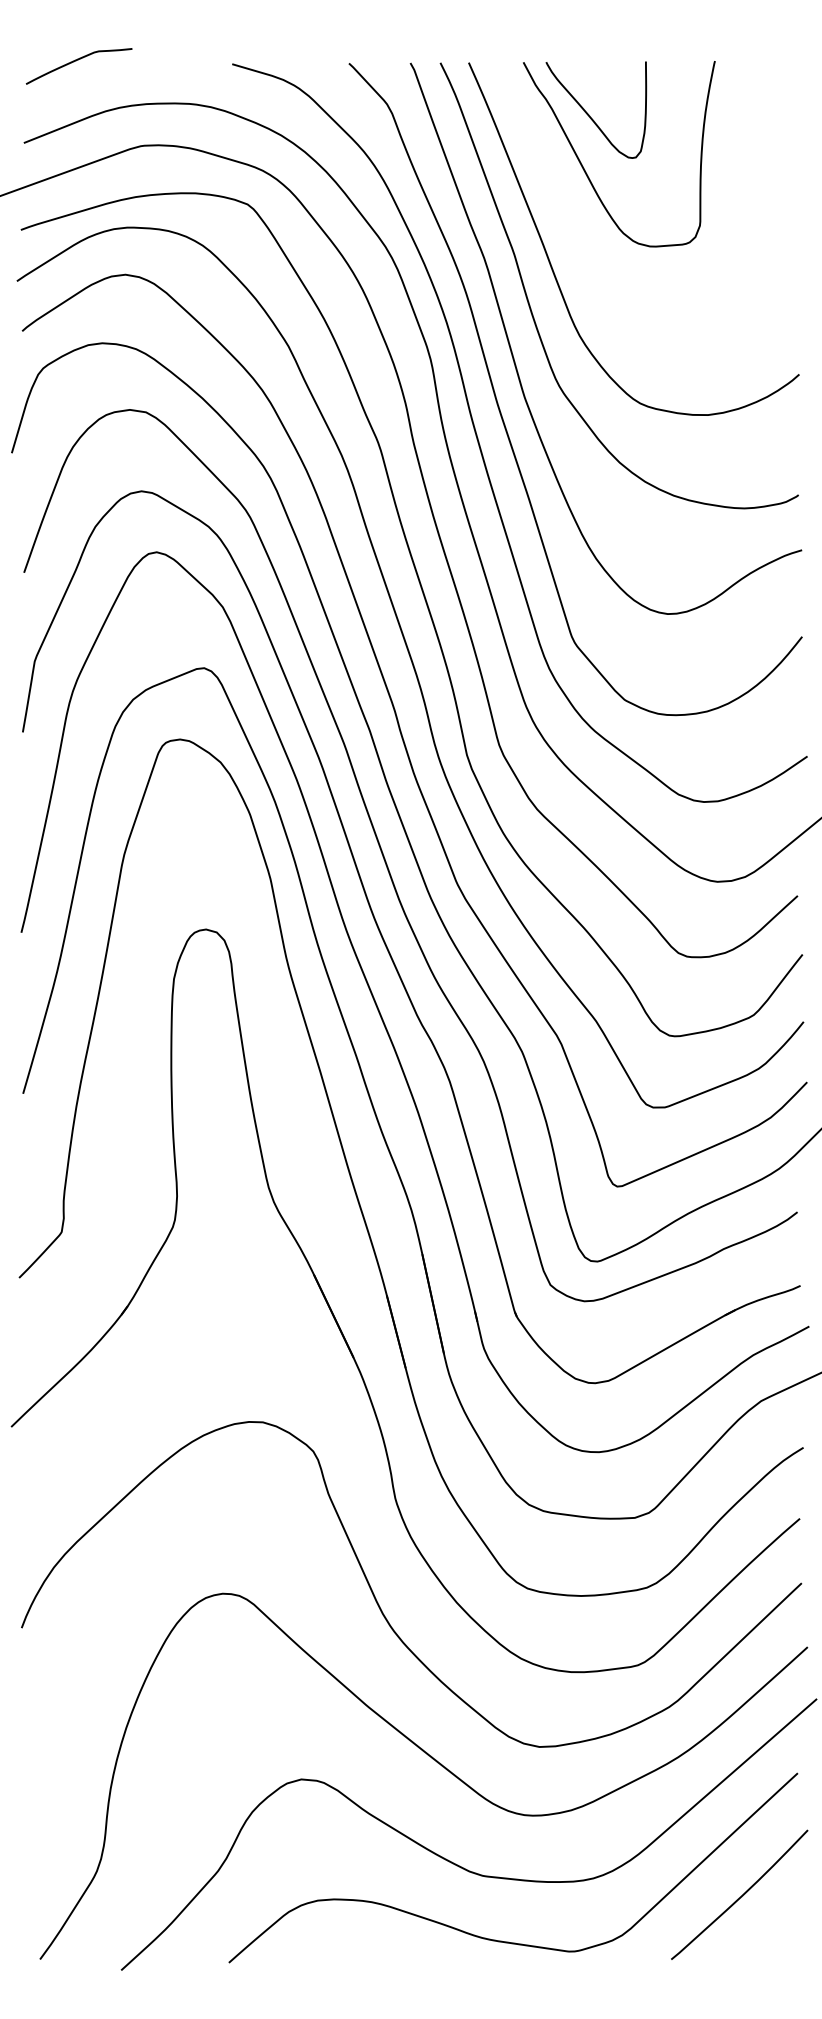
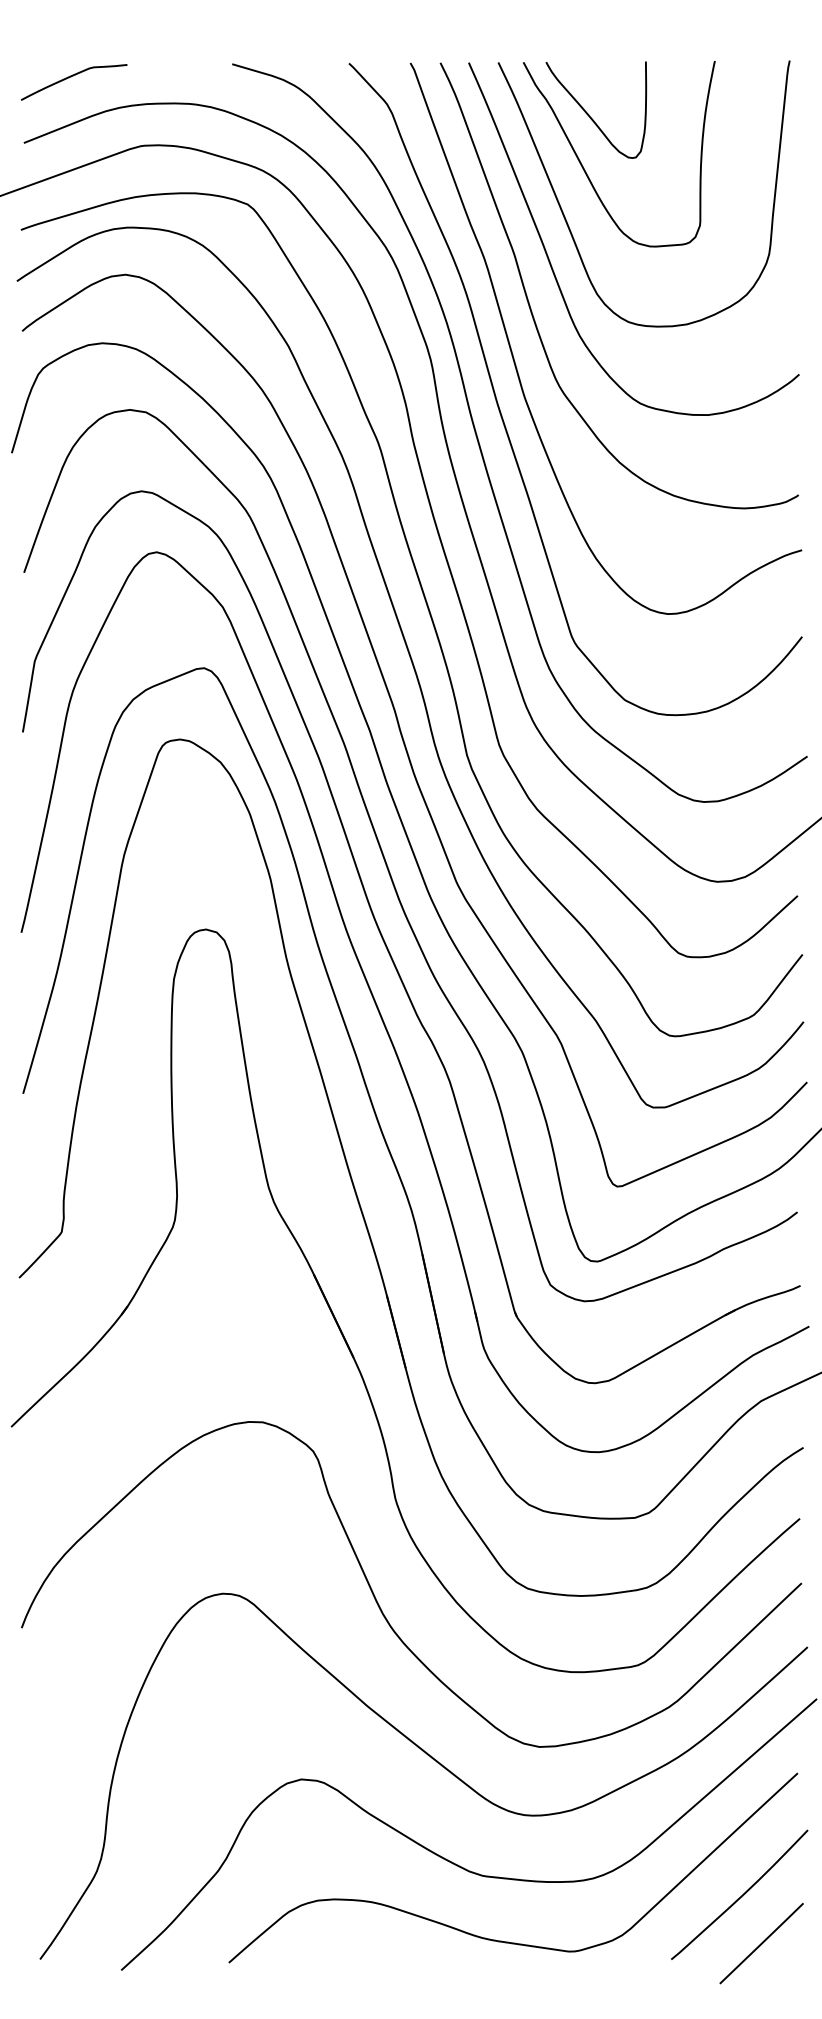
curve at (76, 61) position: (76, 61) -> (71, 77)
curve at (568, 223): none -> present
line at (761, 1943): none -> present
